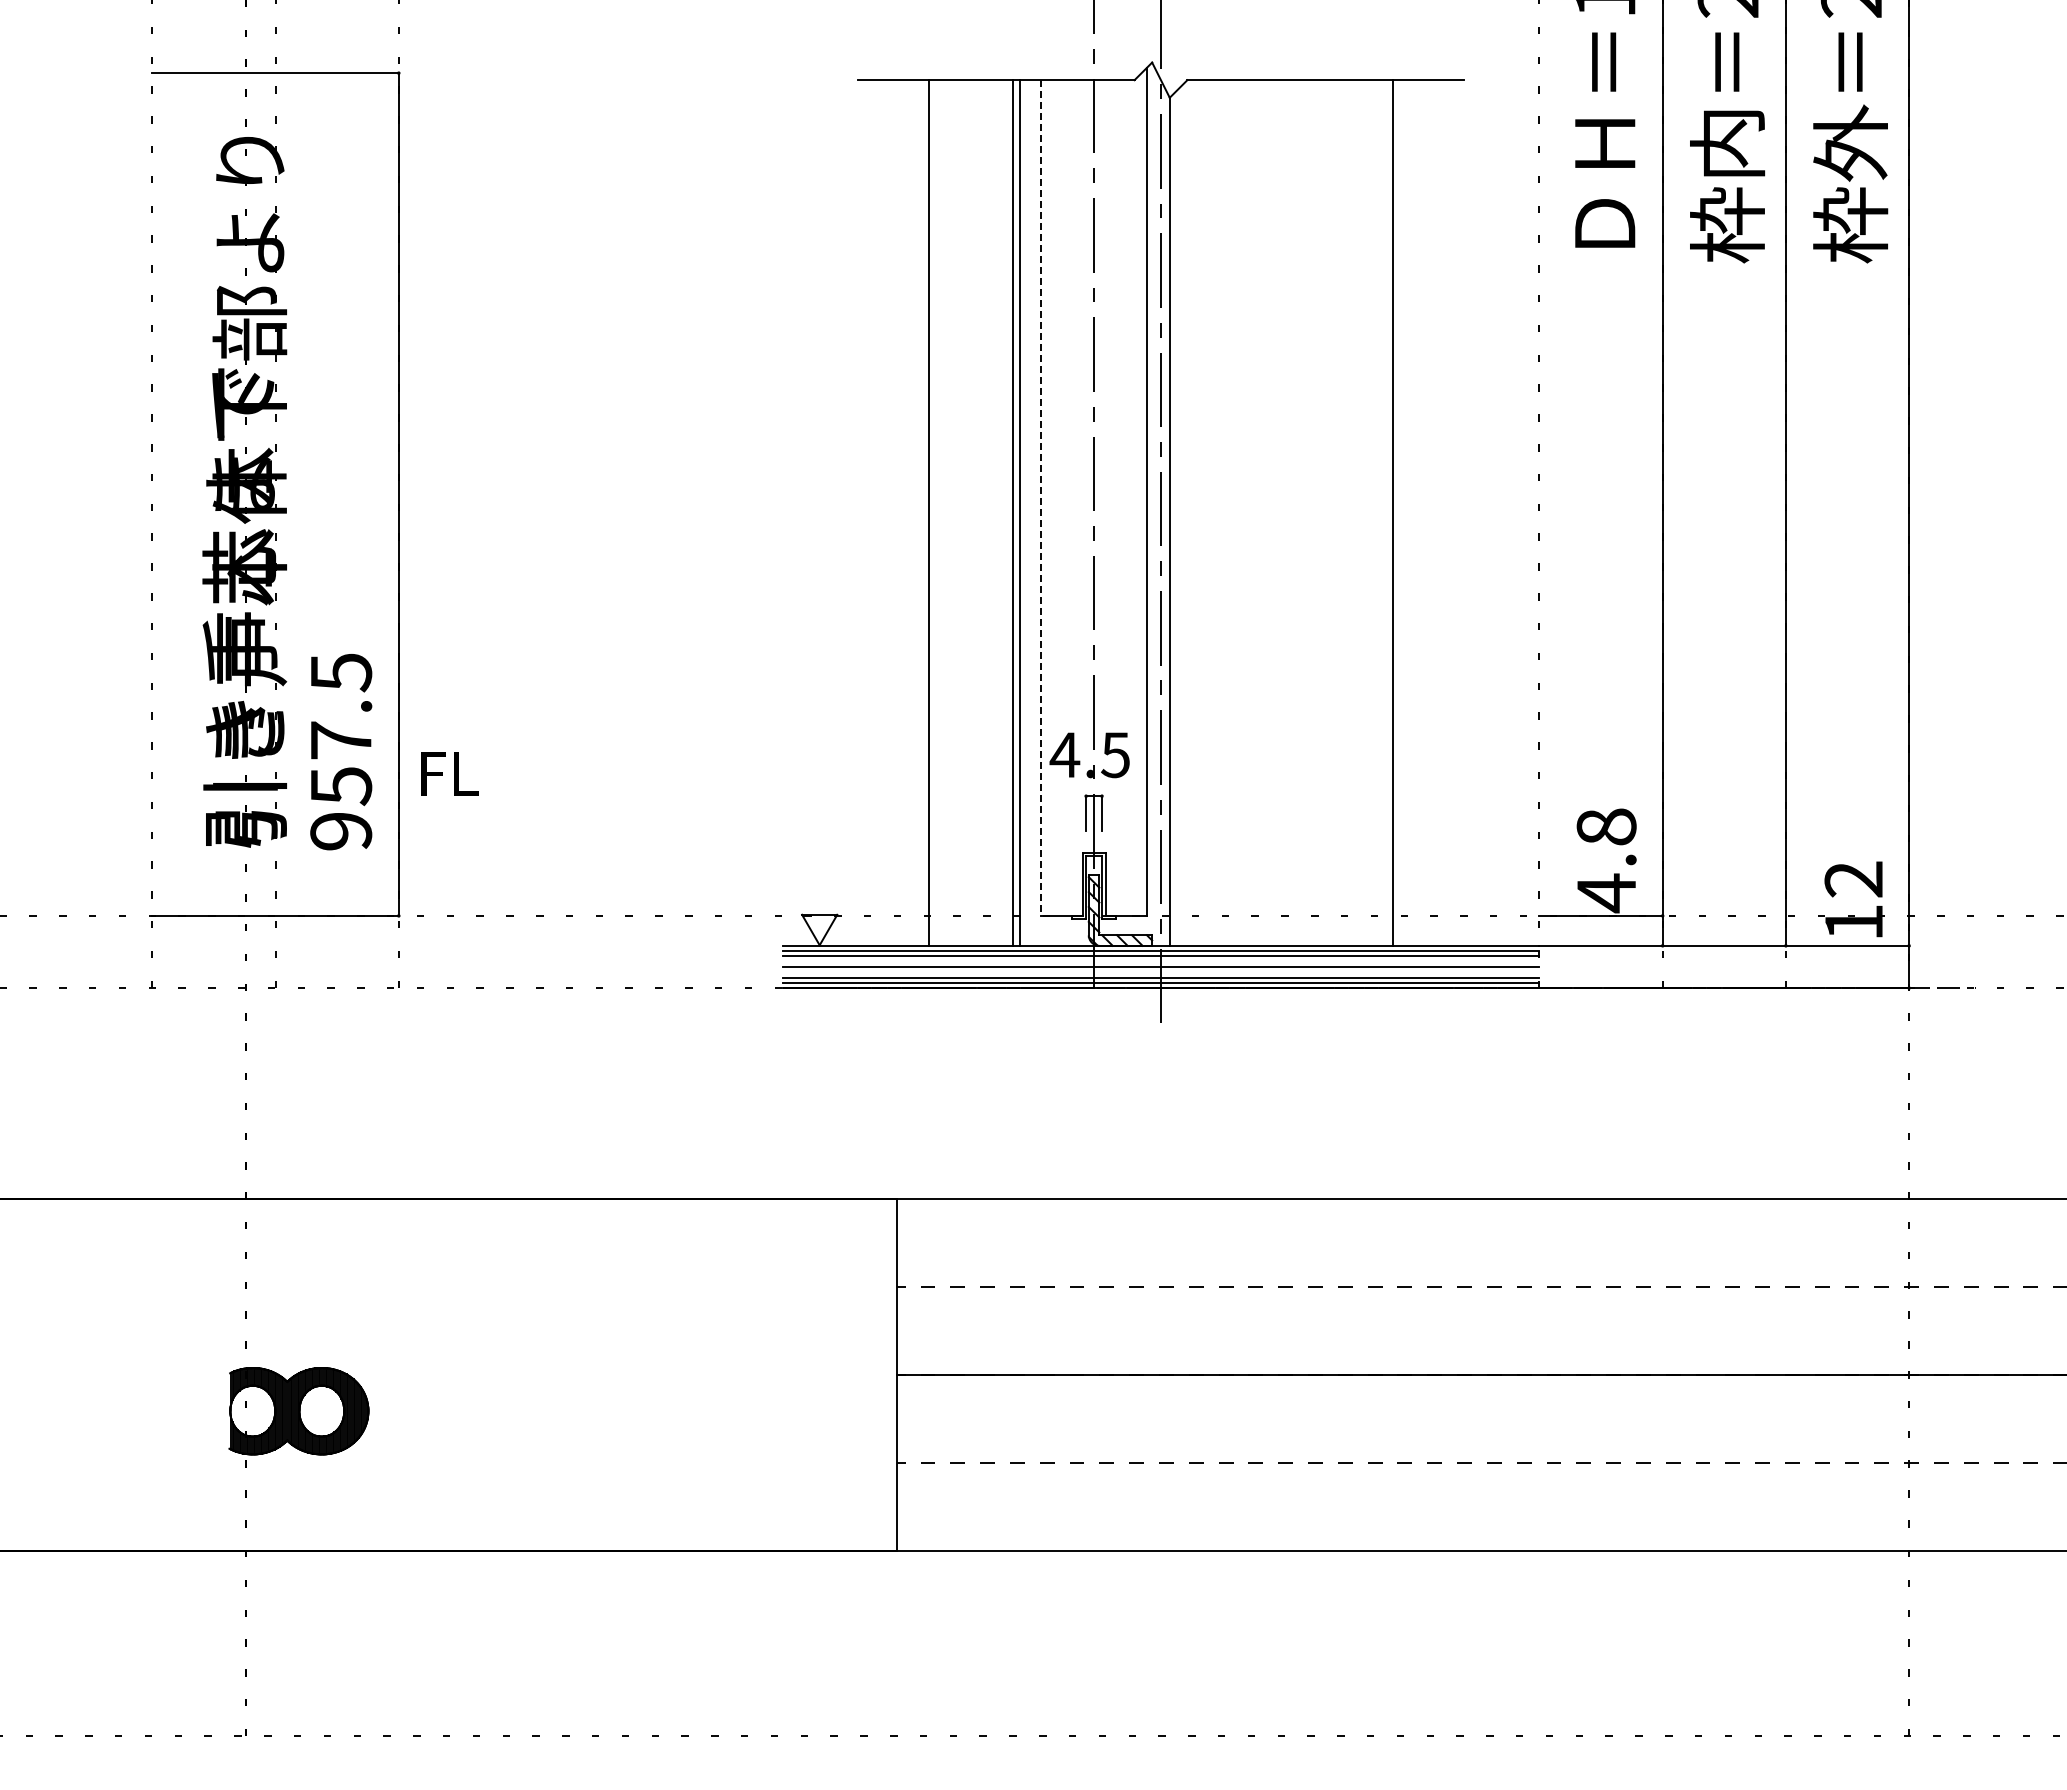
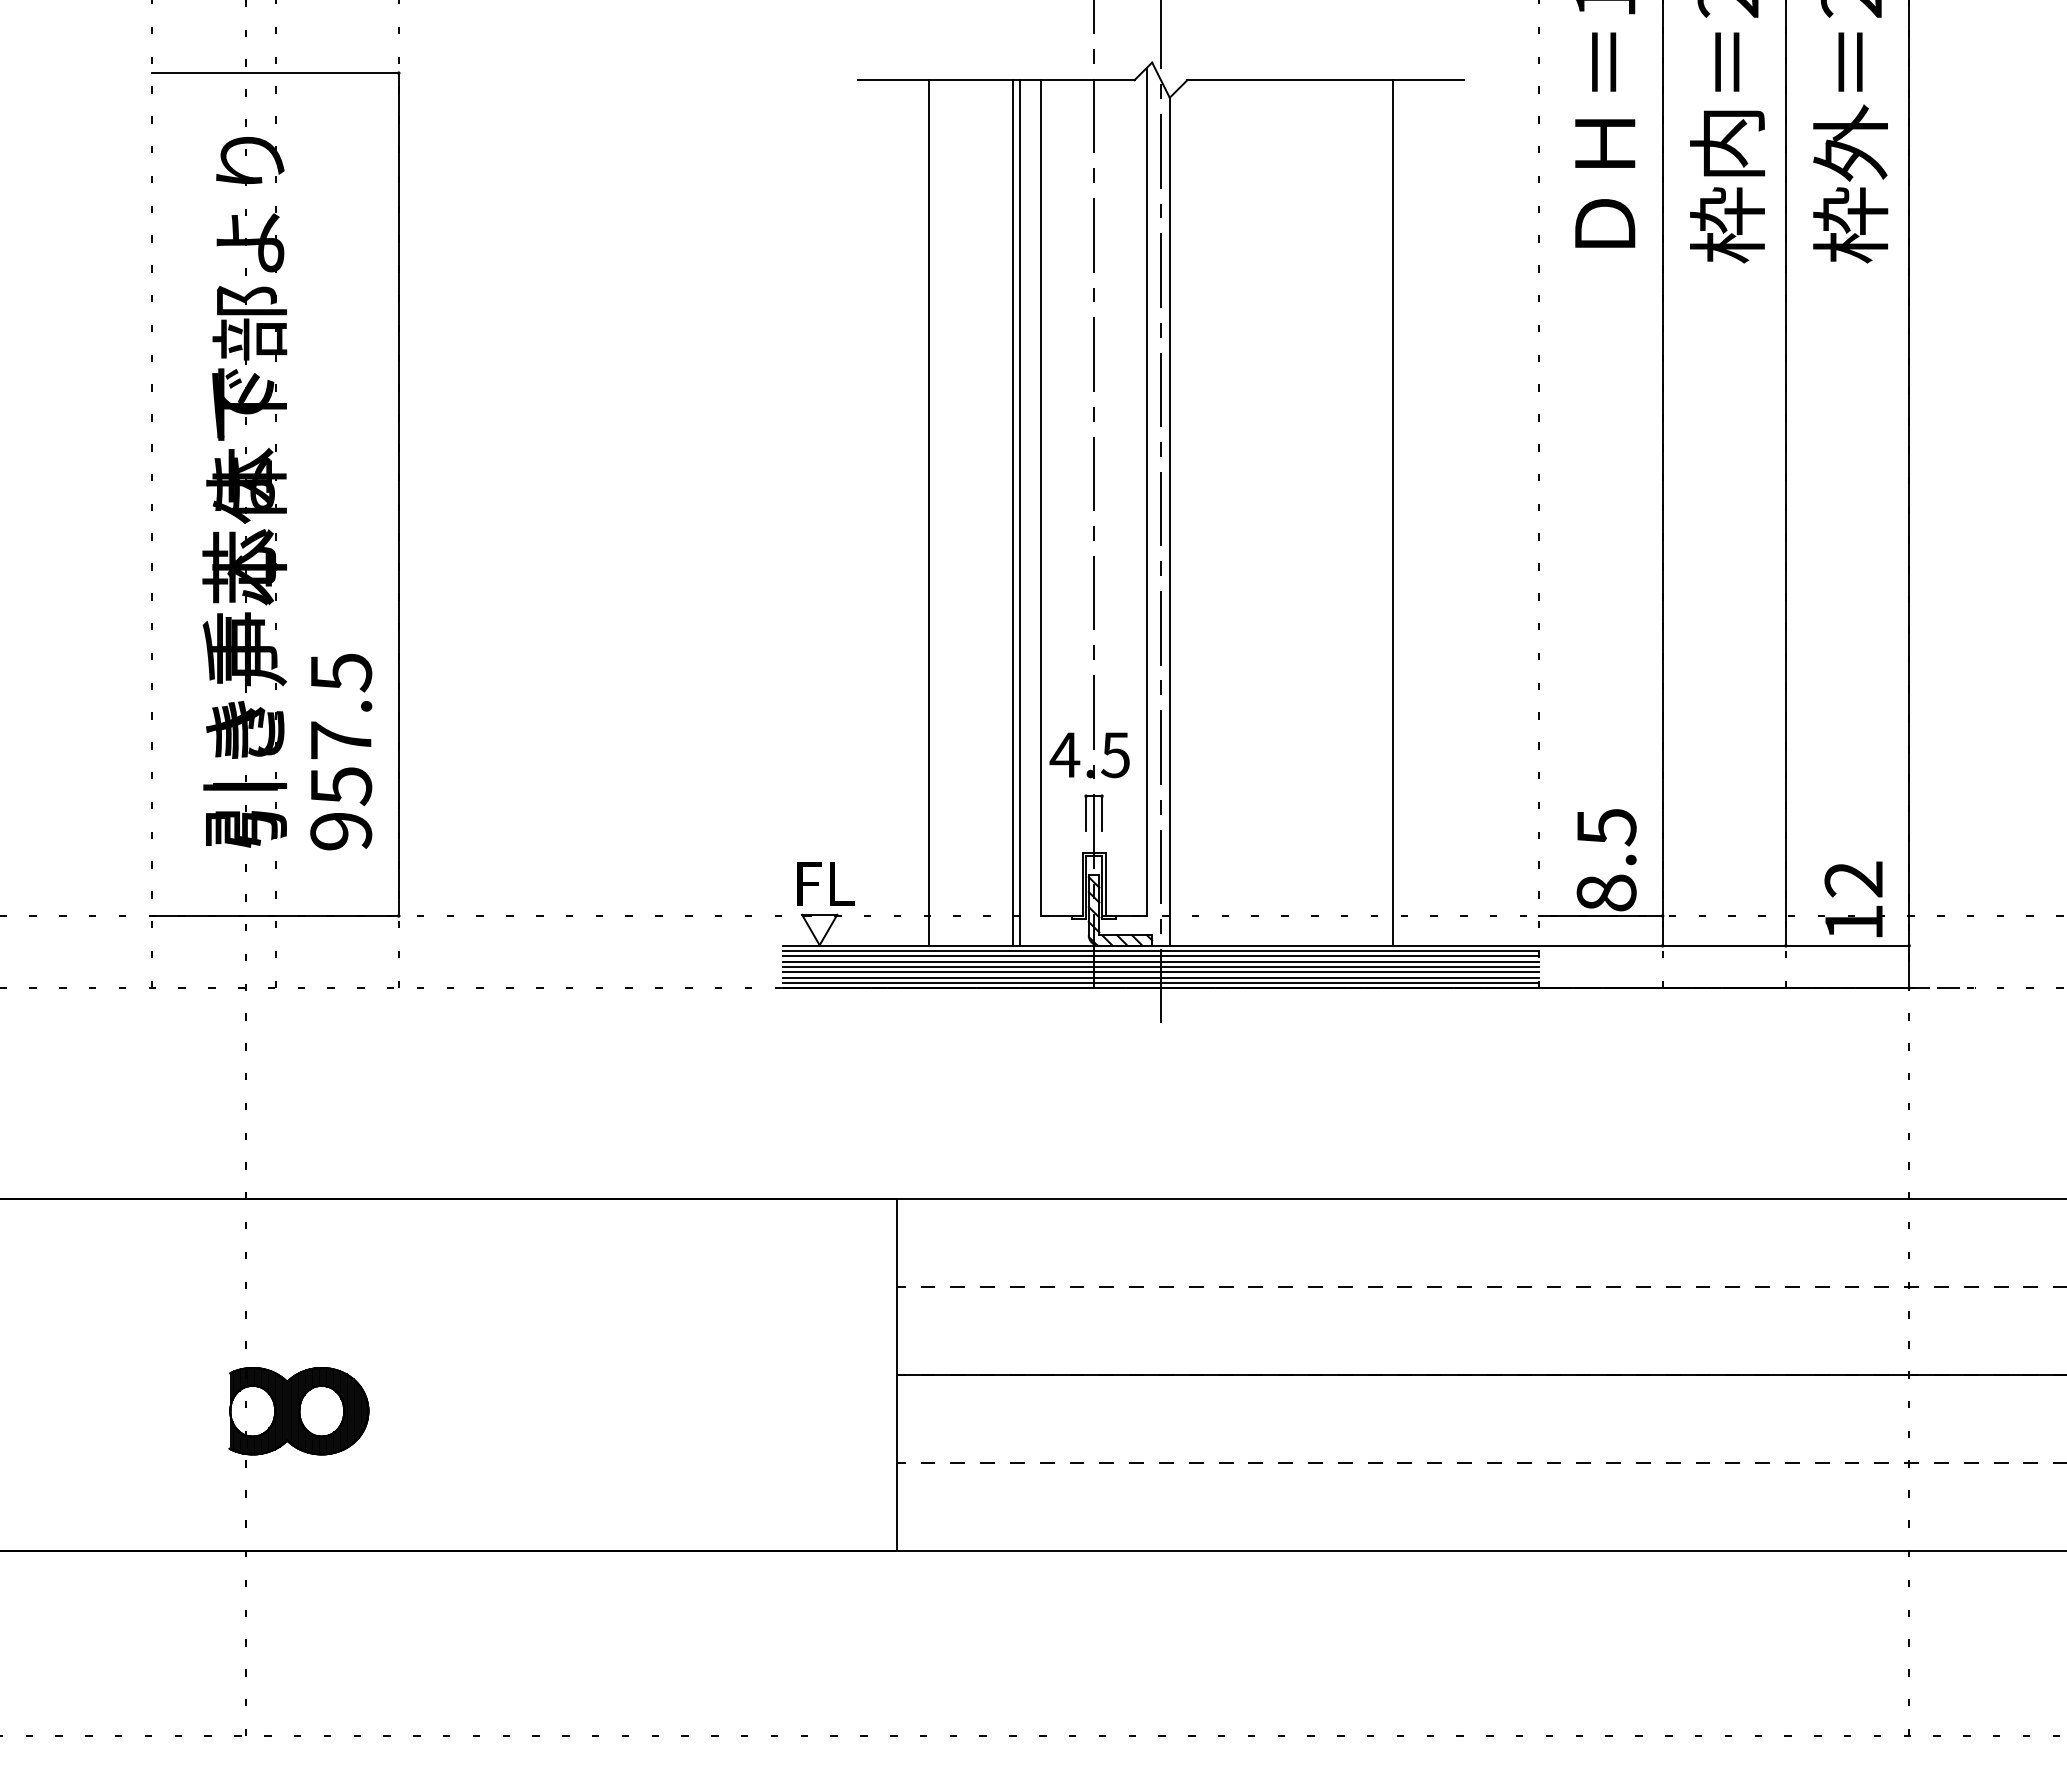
line at (1041, 498): dashed -> solid
text at (449, 773) position: (449, 773) -> (825, 883)
text at (1606, 860): 4.8 -> 8.5
line at (1160, 961): none -> present
line at (1160, 972): none -> present
